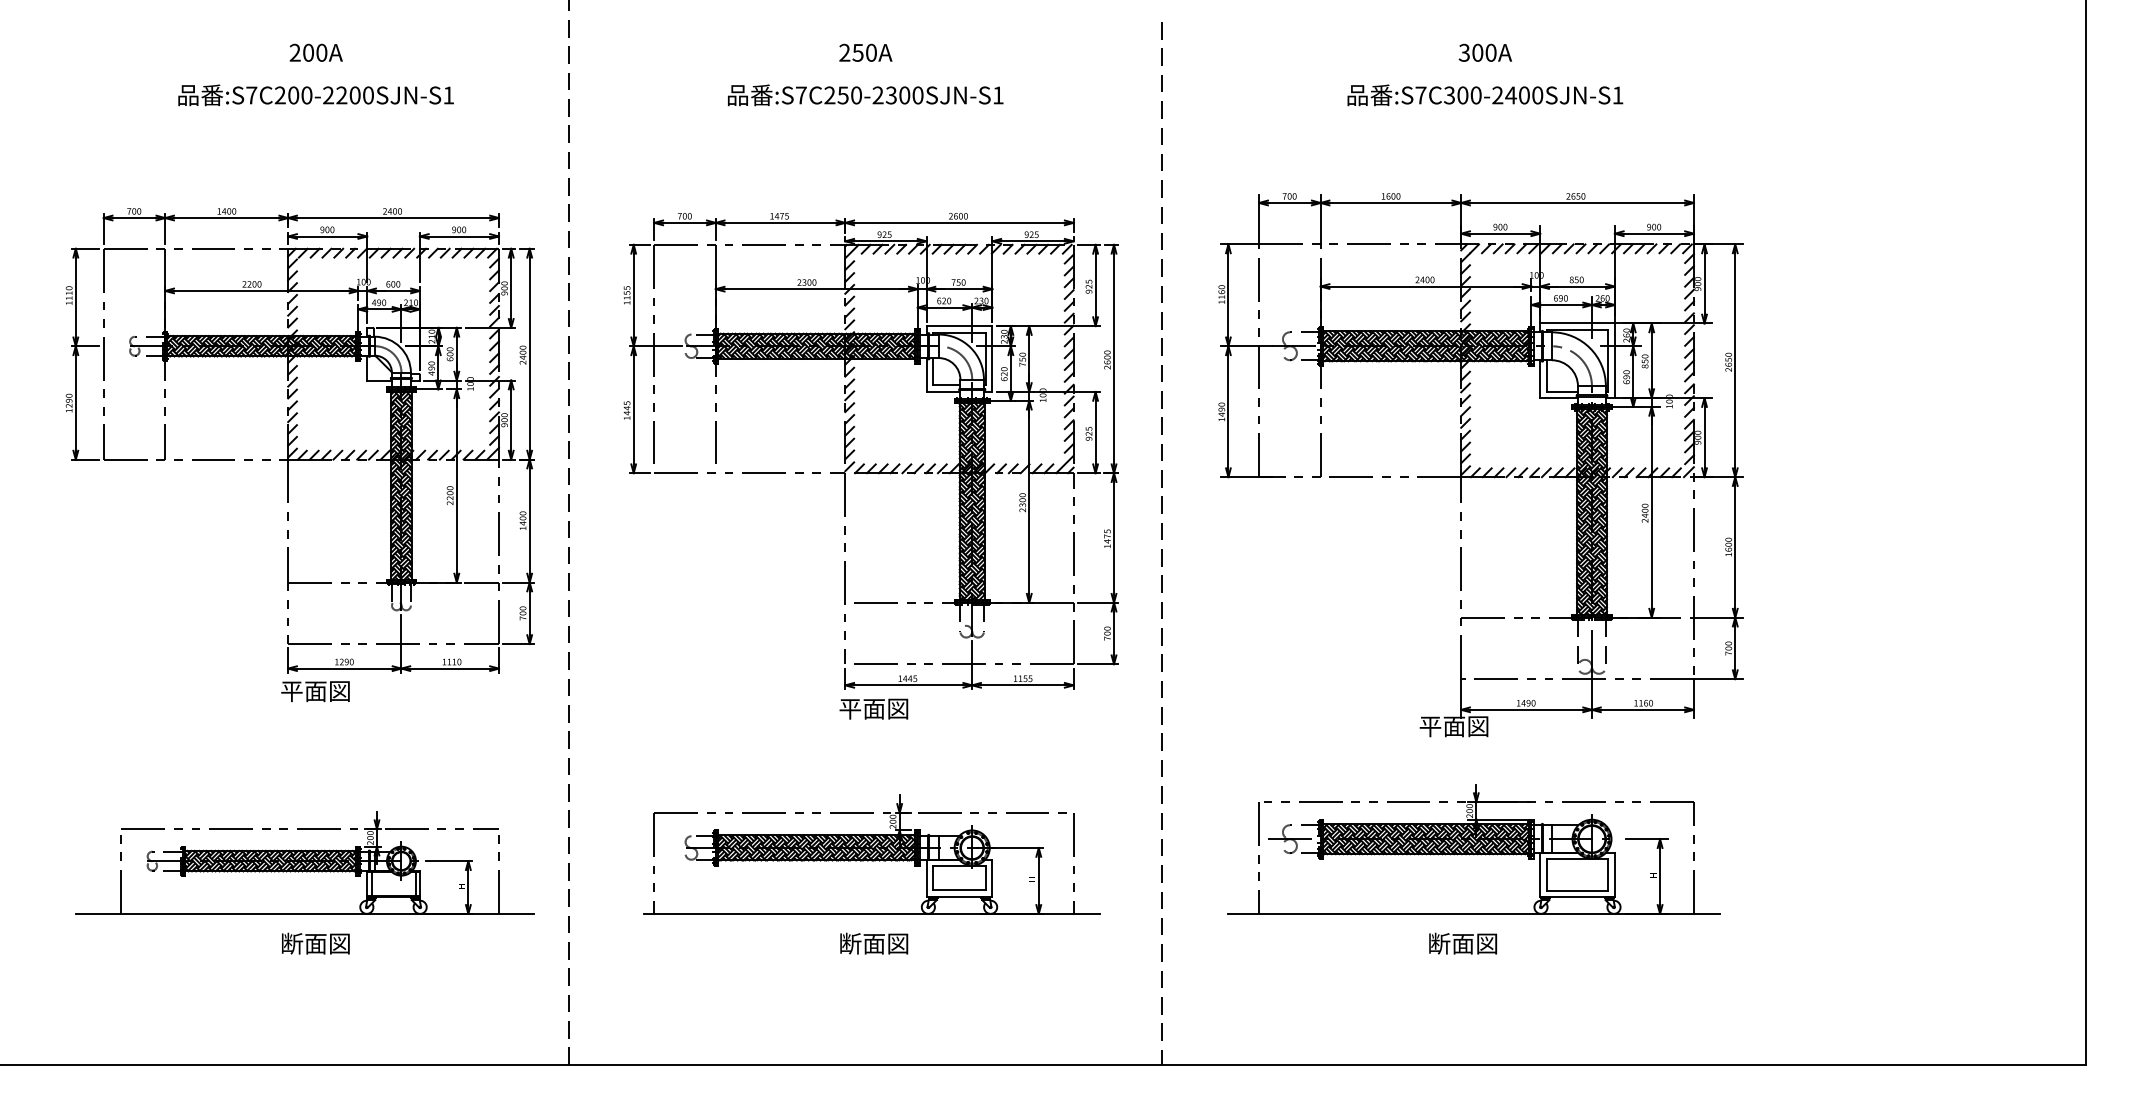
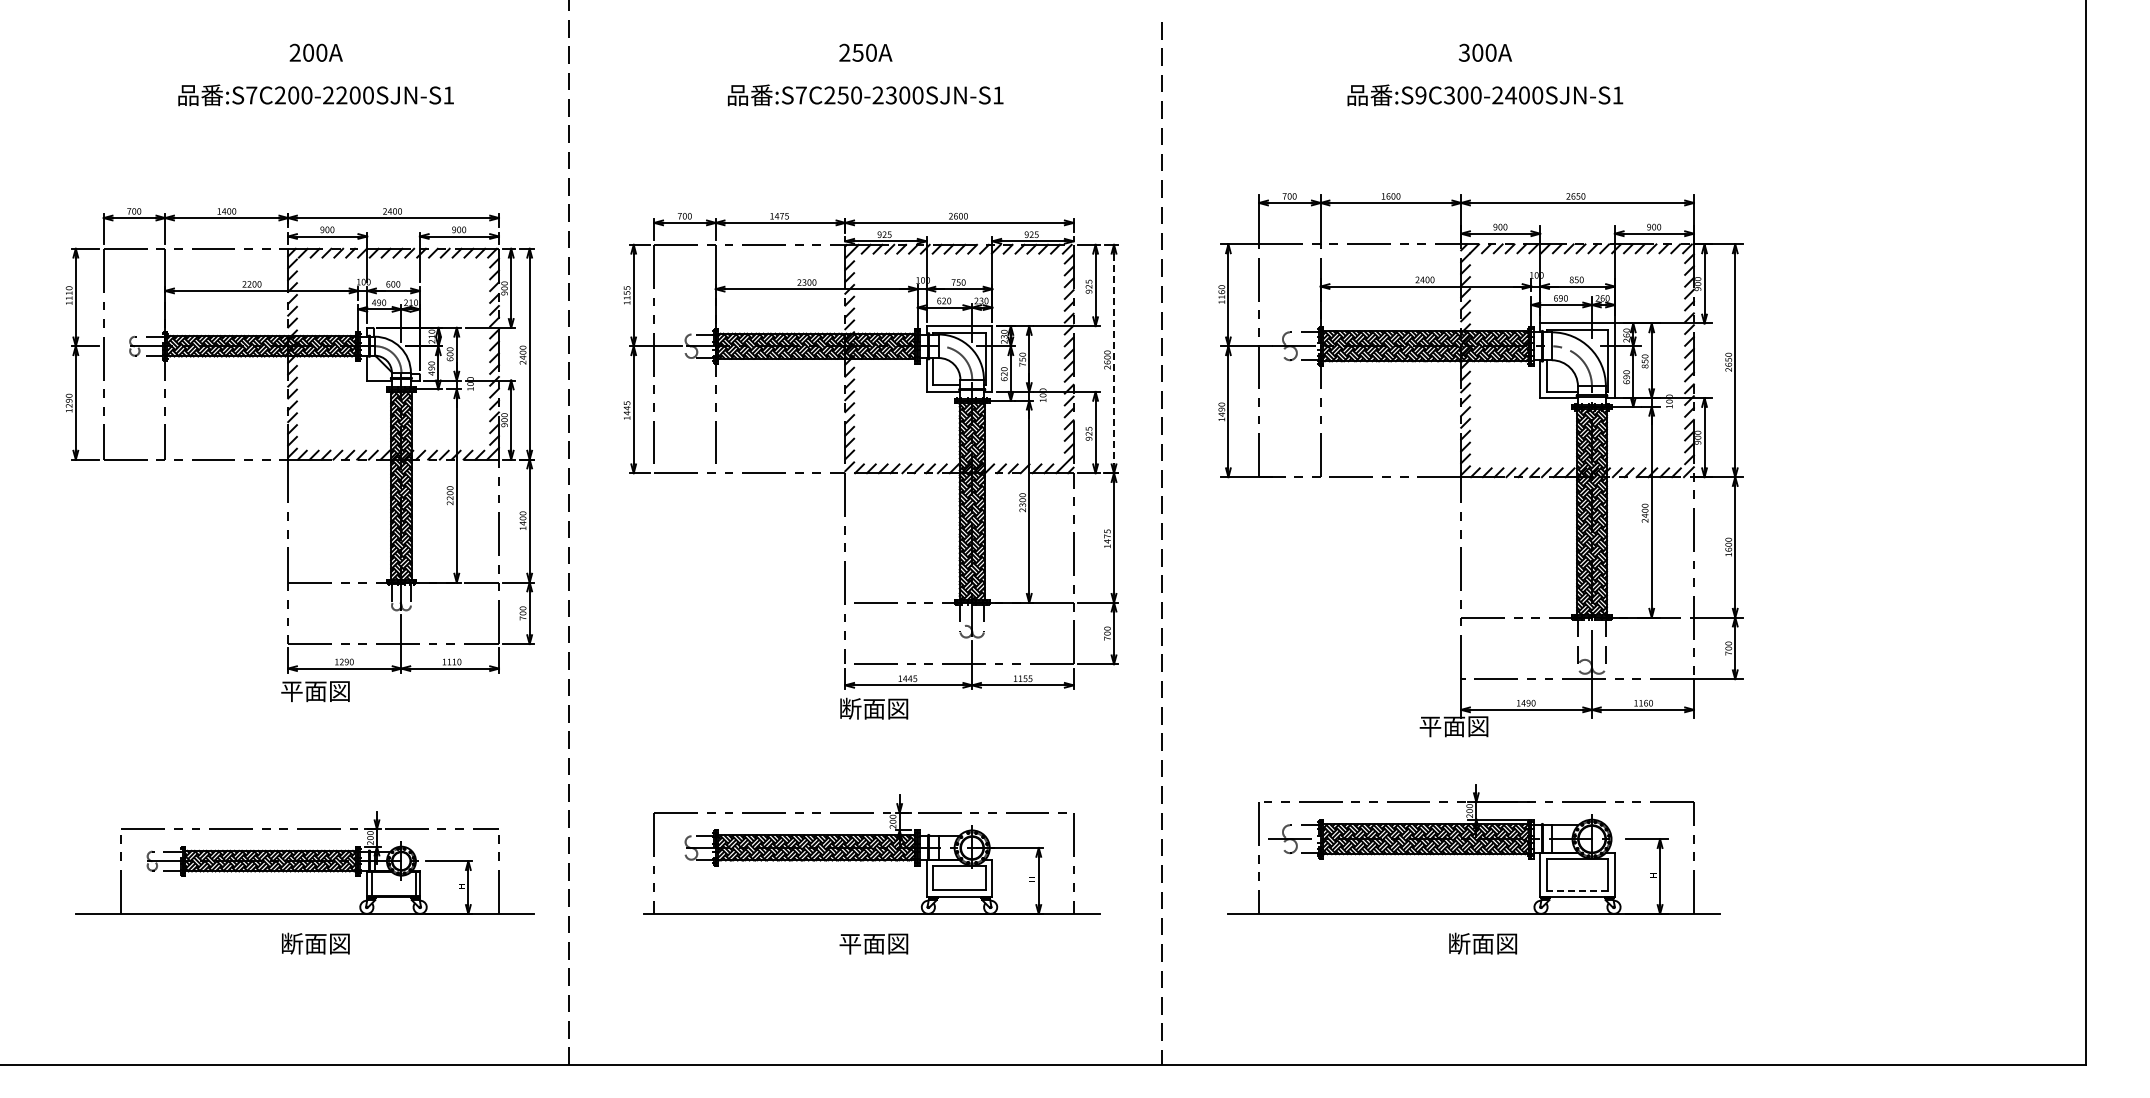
text at (1420, 95): :S7C300-2400SJN-S1 -> :S9C300-2400SJN-S1
line at (1114, 359): solid -> dashed
text at (850, 708): 平面図 -> 断面図
line at (1577, 890): solid -> dashed
text at (850, 943): 断面図 -> 平面図
text at (1463, 943) position: (1463, 943) -> (1483, 943)
